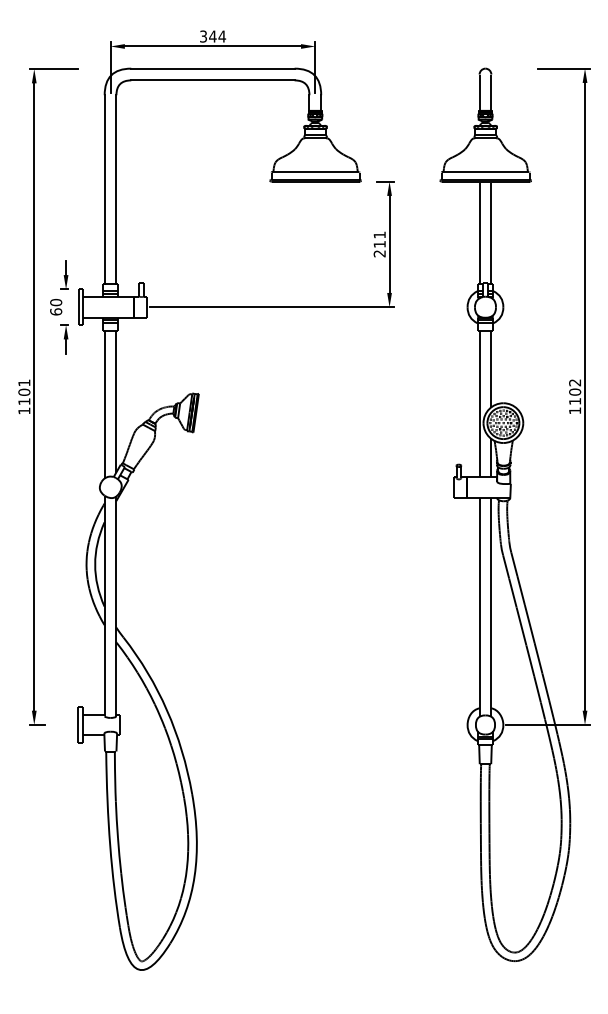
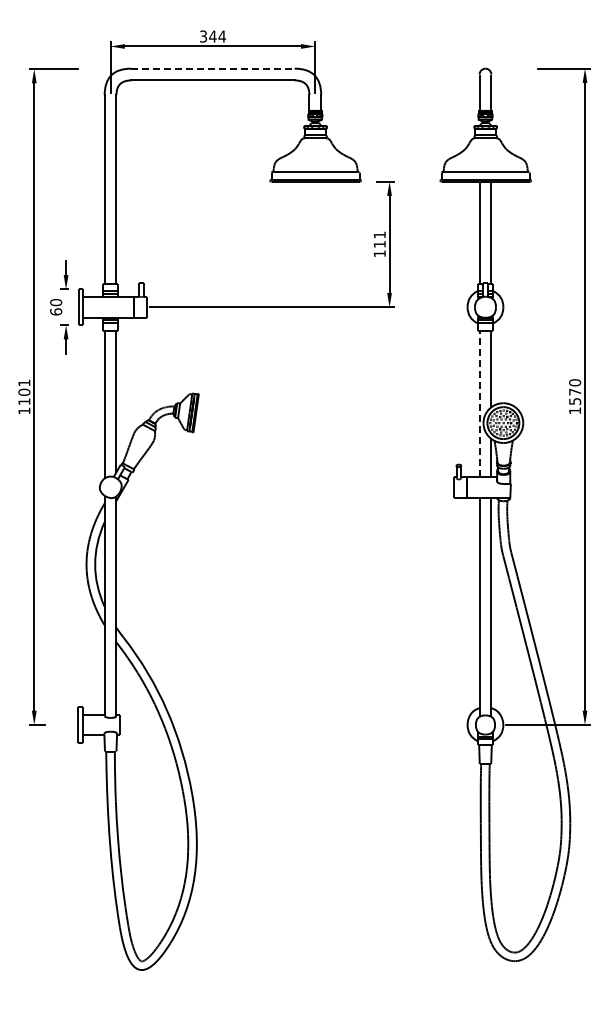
line at (212, 68): solid -> dashed
text at (379, 253): 211 -> 111
text at (575, 391): 1102 -> 1570
line at (479, 403): solid -> dashed
